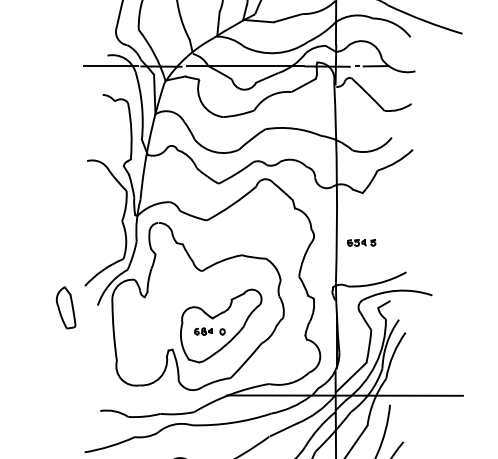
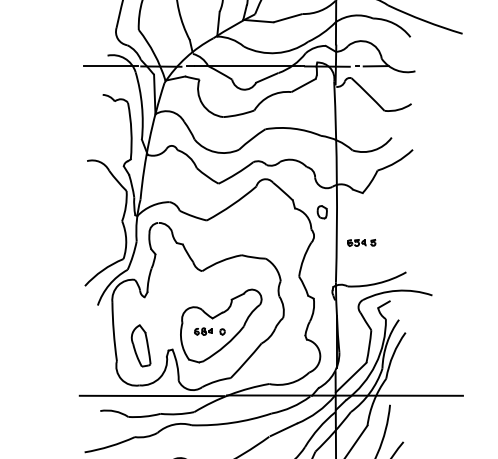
part at (321, 212): none -> present
part at (65, 307) position: (65, 307) -> (140, 345)
line at (151, 395): none -> present
